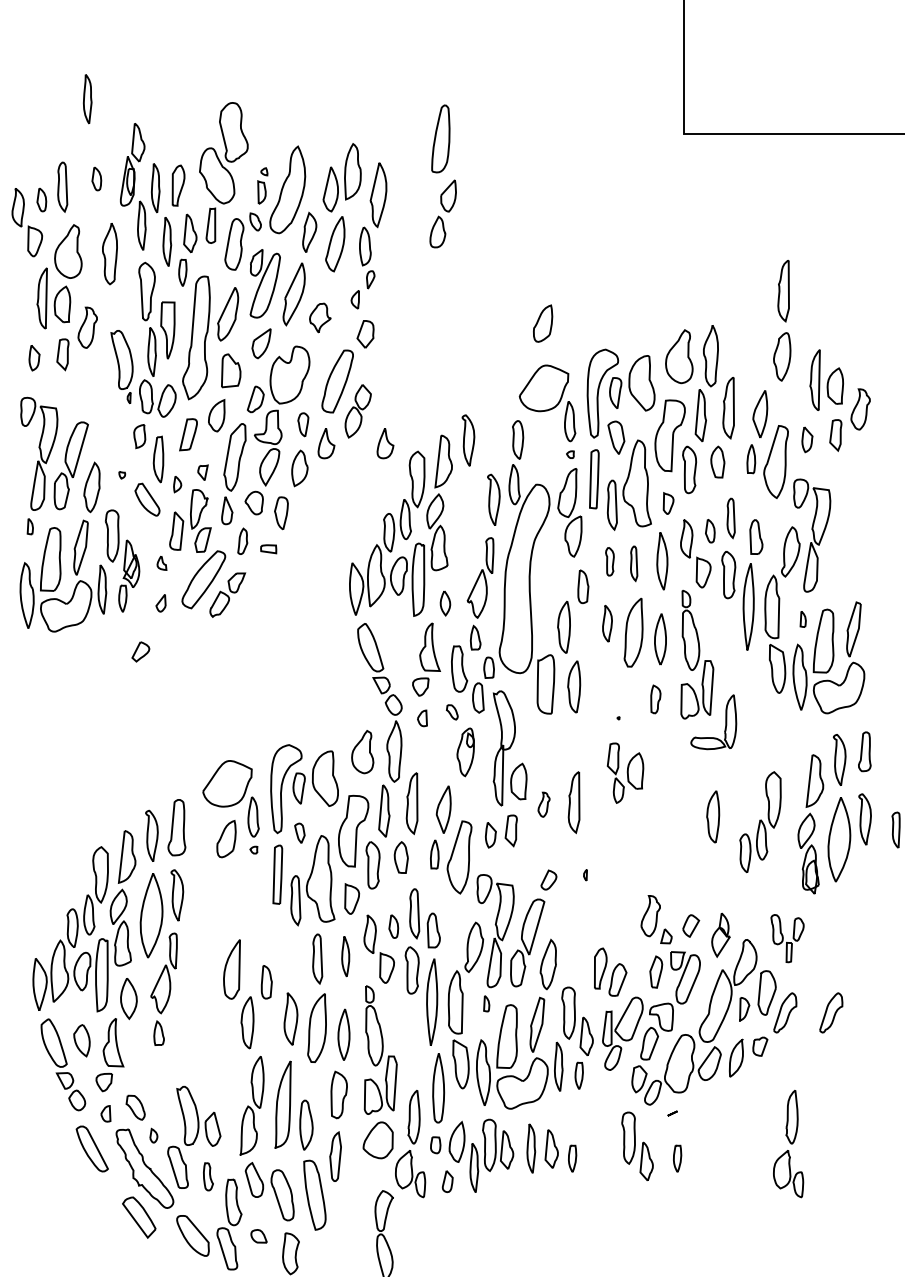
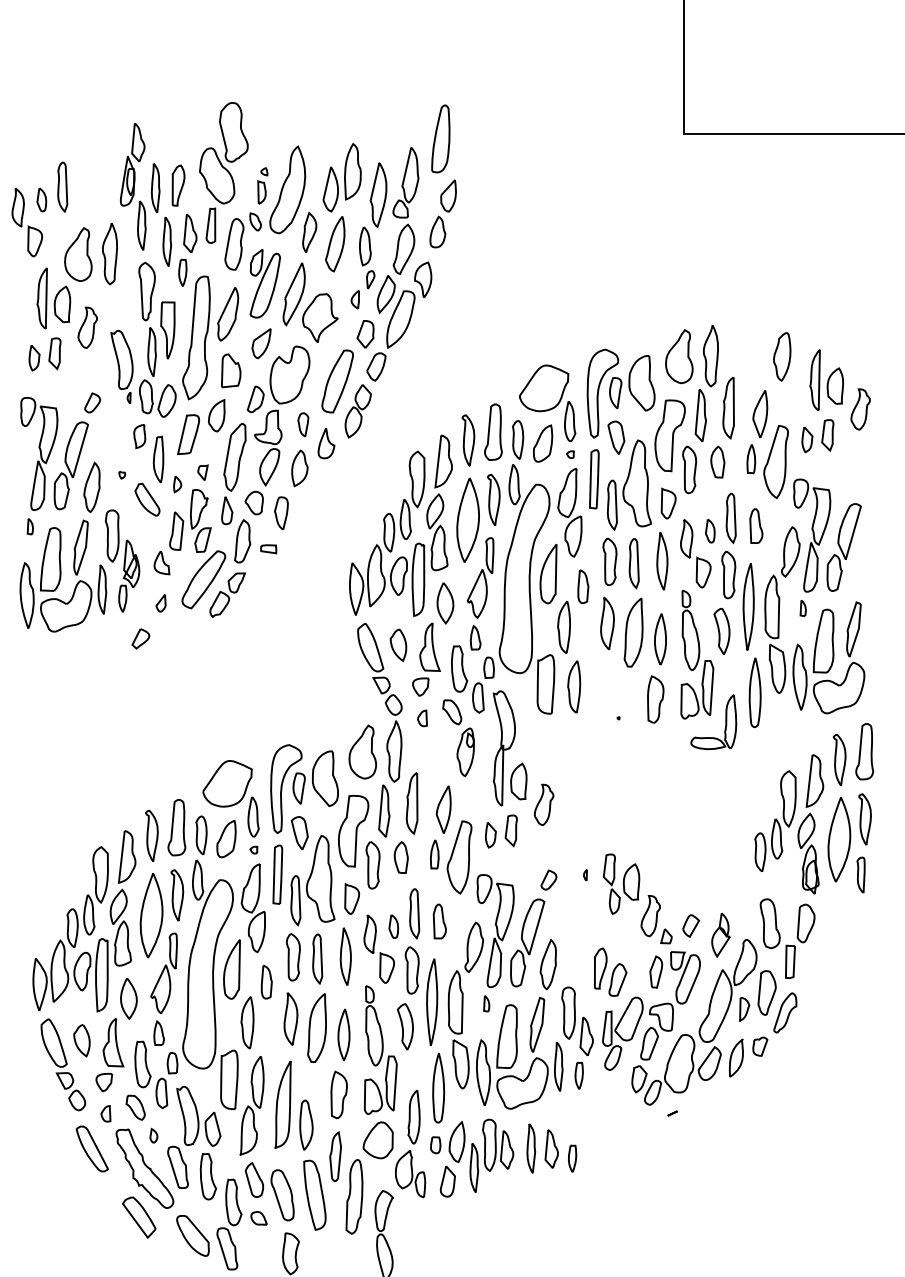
part at (87, 99): present -> none
part at (96, 178): present -> none
part at (68, 251) position: (68, 251) -> (78, 254)
part at (399, 264): none -> present
part at (783, 291): present -> none
part at (320, 317) size: 23x32 px -> 37x50 px
part at (543, 323) position: (543, 323) -> (543, 443)
part at (62, 354) position: (62, 354) -> (54, 353)
part at (92, 402): none -> present
part at (493, 431): none -> present
part at (188, 434) size: 19x34 px -> 23x42 px
part at (835, 435) position: (835, 435) -> (827, 435)
part at (385, 443): present -> none
part at (668, 503) size: 13x23 px -> 17x33 px
part at (730, 518) size: 10x43 px -> 12x53 px
part at (467, 519): none -> present
part at (756, 536) position: (756, 536) -> (756, 525)
part at (242, 540) size: 12x28 px -> 18x45 px
part at (843, 547): none -> present
part at (609, 561) size: 10x30 px -> 16x49 px
part at (161, 562) size: 12x16 px -> 18x25 px
part at (634, 563) size: 9x38 px -> 12x52 px
part at (548, 574): none -> present
part at (445, 603) size: 13x27 px -> 19x43 px
part at (802, 619) position: (802, 619) -> (802, 608)
part at (607, 623) size: 11x38 px -> 15x54 px
part at (721, 630): none -> present
part at (398, 645): none -> present
part at (140, 651) position: (140, 651) -> (140, 638)
part at (754, 692): none -> present
part at (655, 699) size: 12x31 px -> 18x49 px
part at (452, 712) size: 13x17 px -> 21x27 px
part at (864, 751) size: 14x42 px -> 20x58 px
part at (362, 752) size: 24x45 px -> 29x56 px
part at (625, 772) position: (625, 772) -> (621, 883)
part at (573, 802): present -> none
part at (543, 804) size: 14x27 px -> 22x43 px
part at (713, 816): present -> none
part at (760, 822) position: (760, 822) -> (775, 821)
part at (895, 829) position: (895, 829) -> (860, 874)
part at (299, 832) size: 12x22 px -> 18x35 px
part at (433, 930) position: (433, 930) -> (439, 921)
part at (787, 938) size: 35x50 px -> 57x81 px
part at (345, 956) size: 10x42 px -> 13x59 px
part at (292, 957): none -> present
part at (199, 962): none -> present
part at (831, 1012): present -> none
part at (405, 1026): none -> present
part at (788, 1144): present -> none
part at (637, 1146): present -> none
part at (677, 1158): present -> none
part at (208, 1176) size: 11x30 px -> 19x48 px
part at (447, 1181) size: 13x24 px -> 17x33 px
part at (354, 1196): none -> present
part at (258, 1236) position: (258, 1236) -> (258, 1218)
